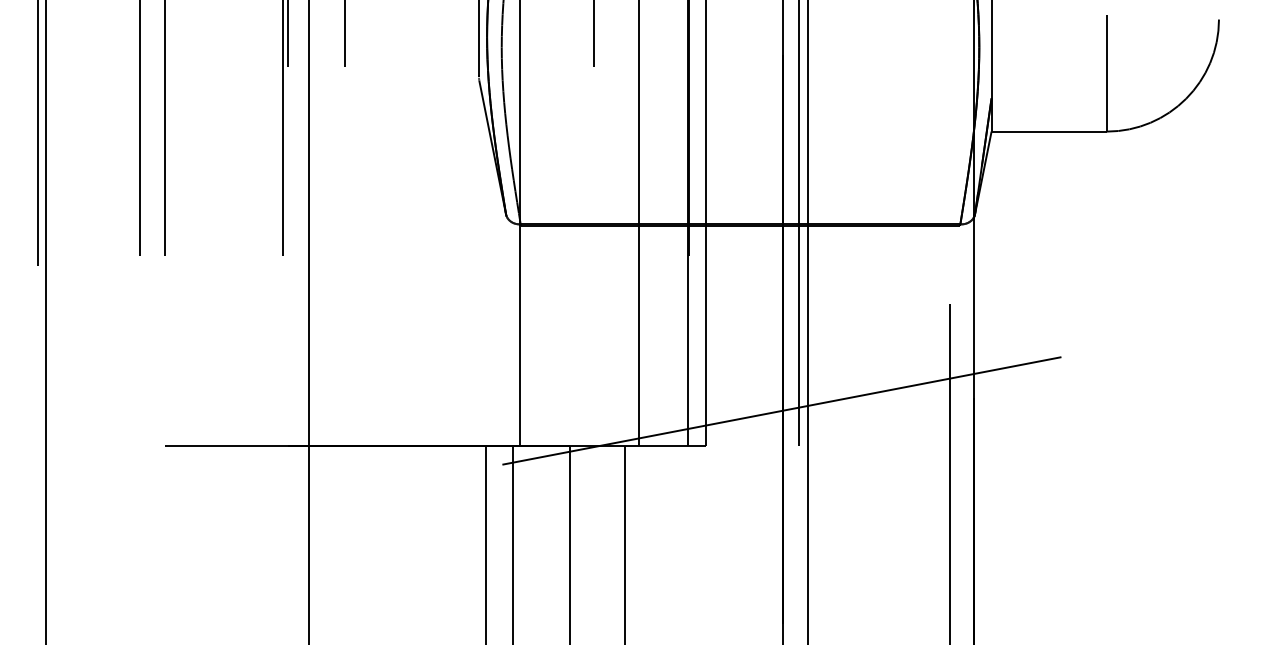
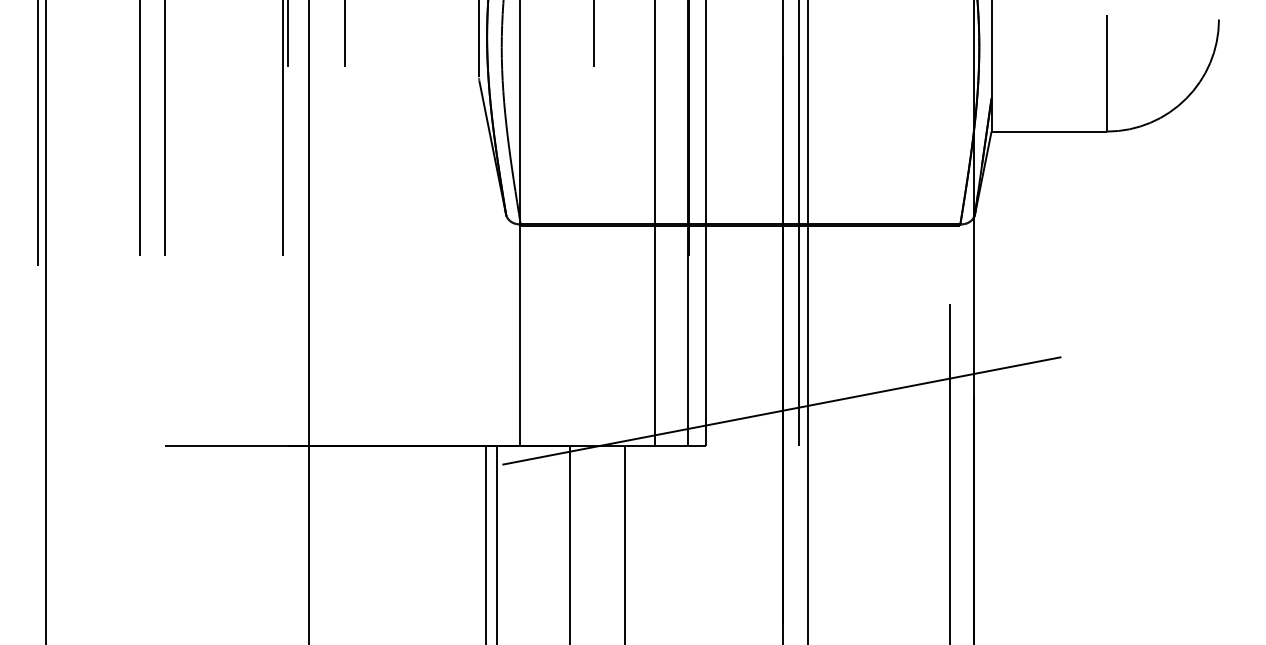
line at (639, 224) position: (639, 224) -> (655, 224)
line at (513, 543) position: (513, 543) -> (497, 543)
